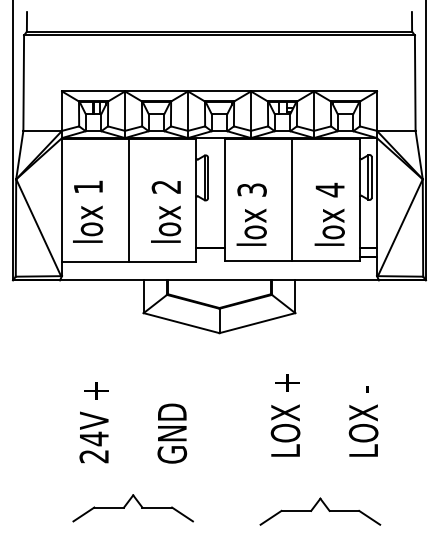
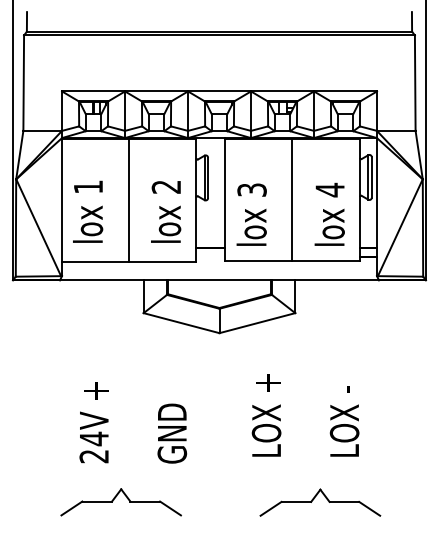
text at (324, 415) position: (324, 415) -> (305, 415)
part at (128, 503) position: (128, 503) -> (116, 497)
part at (325, 507) position: (325, 507) -> (325, 498)
